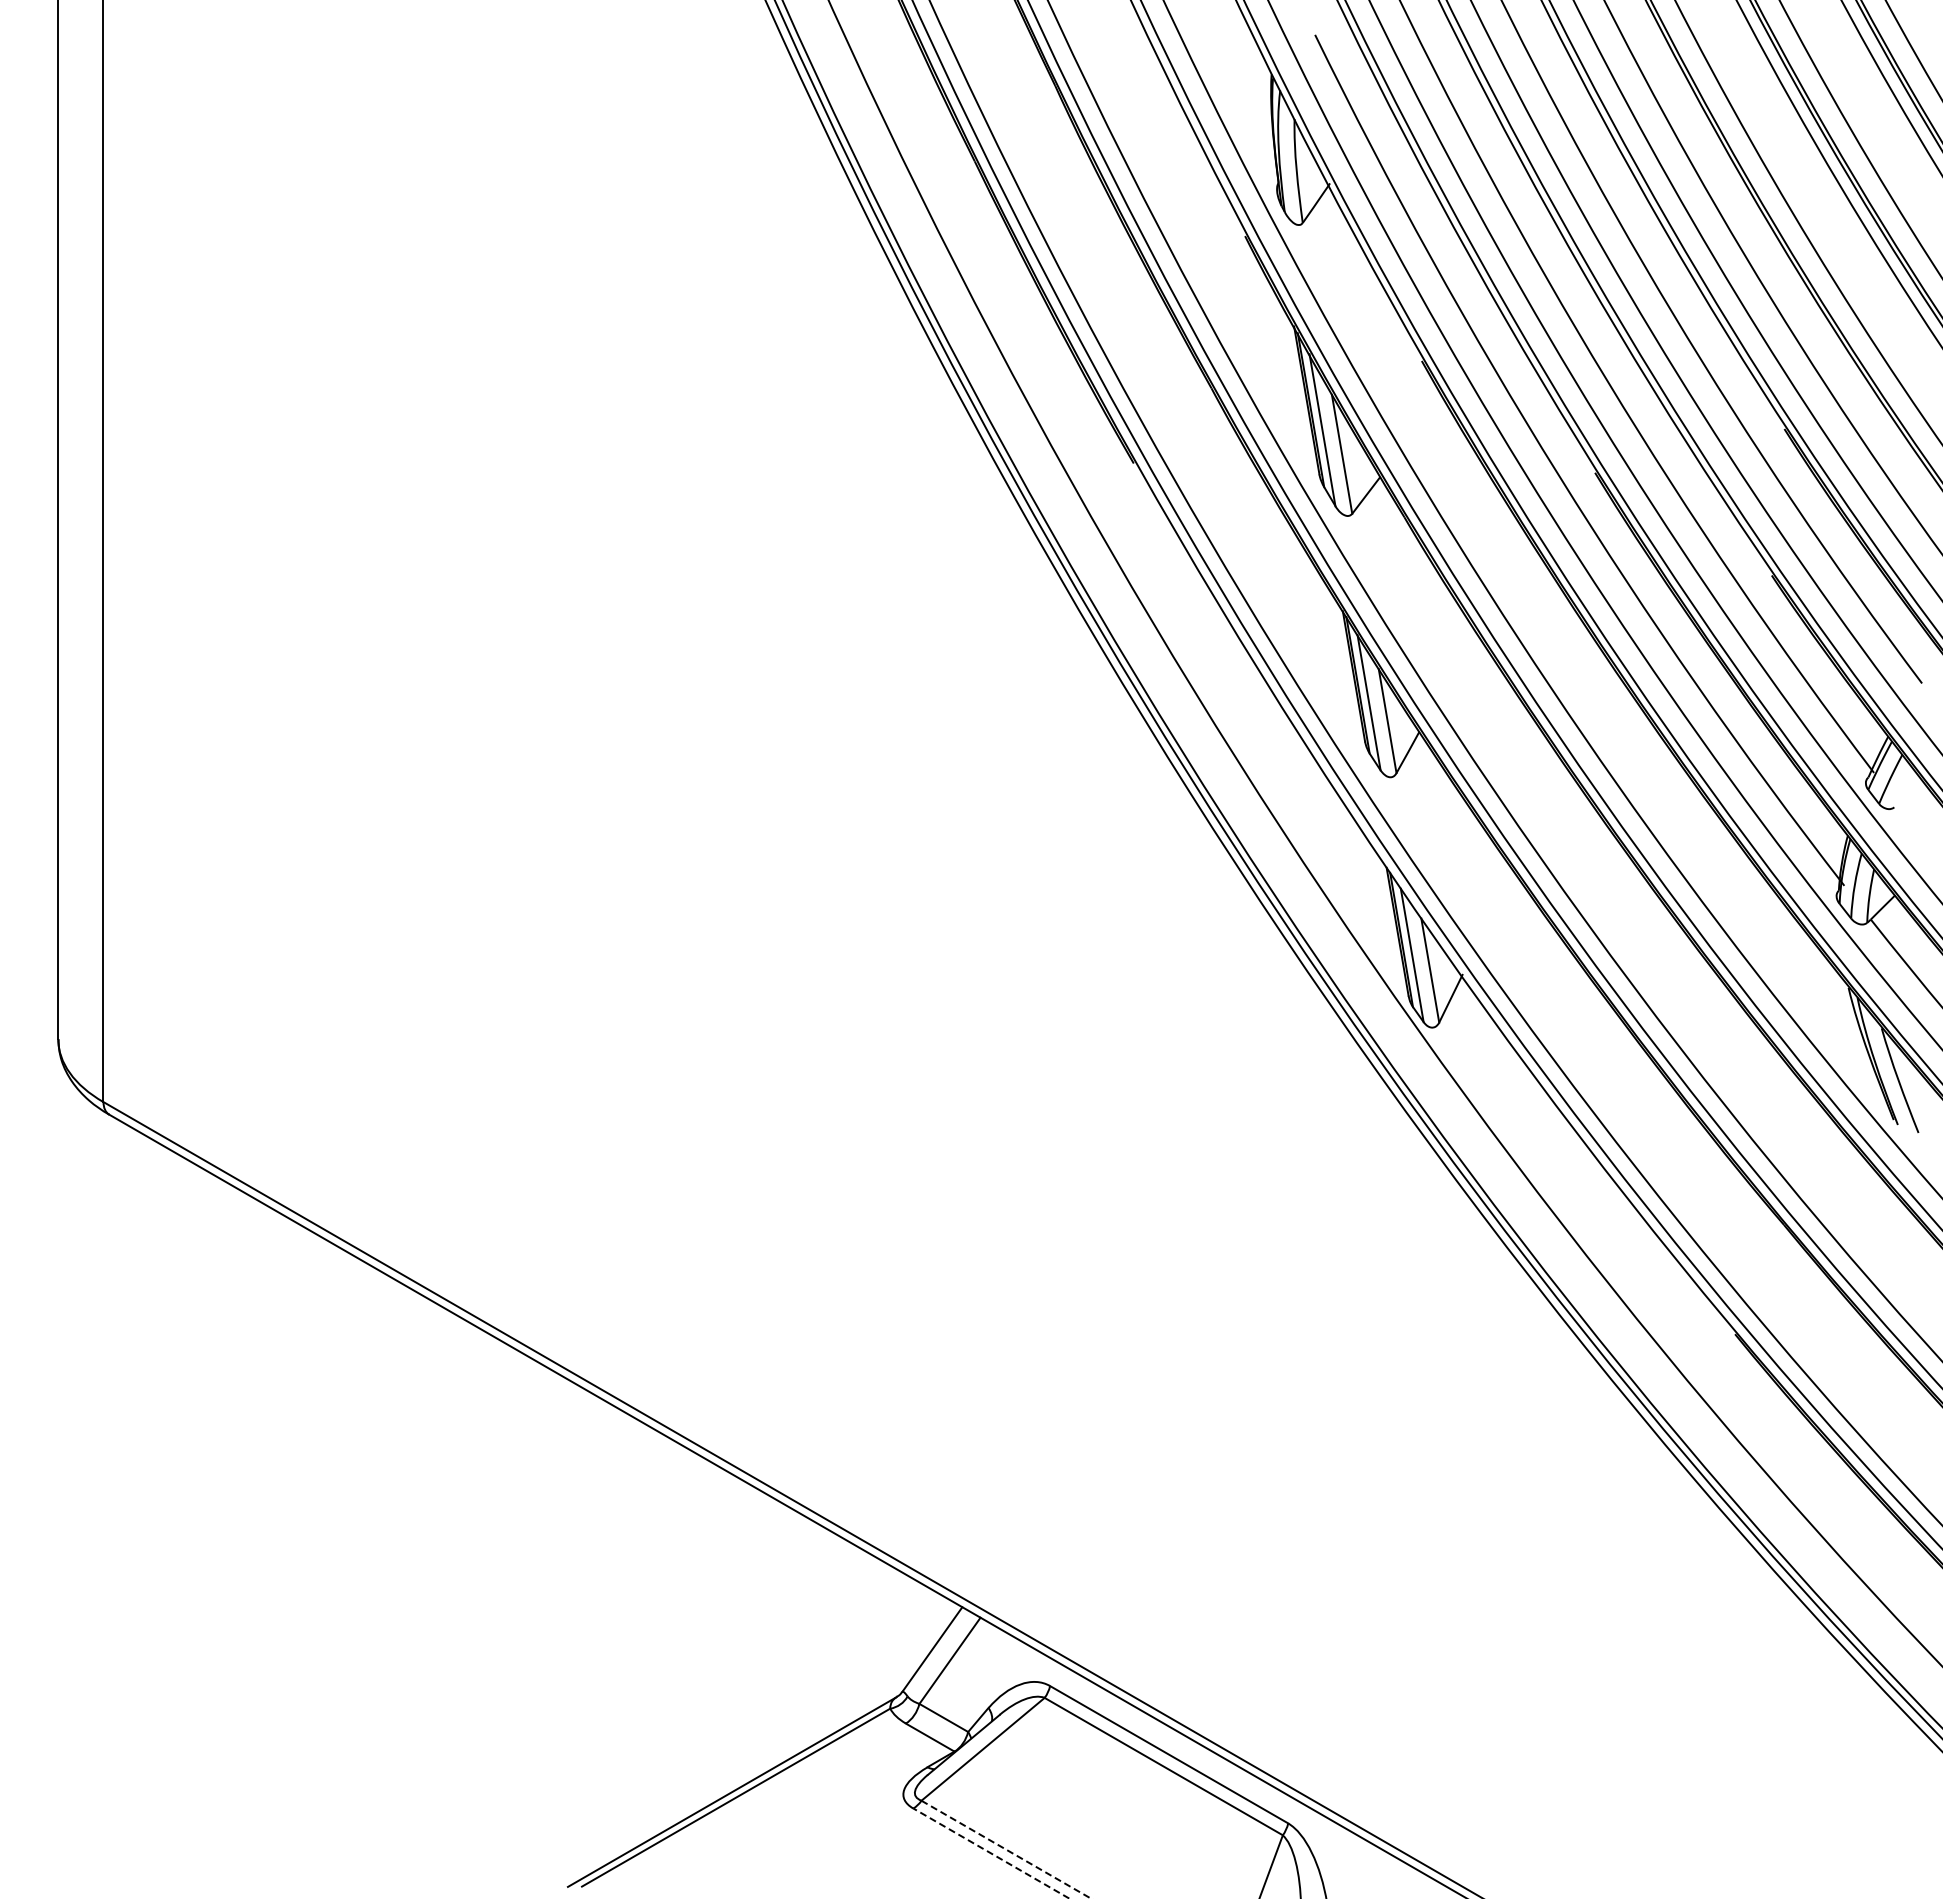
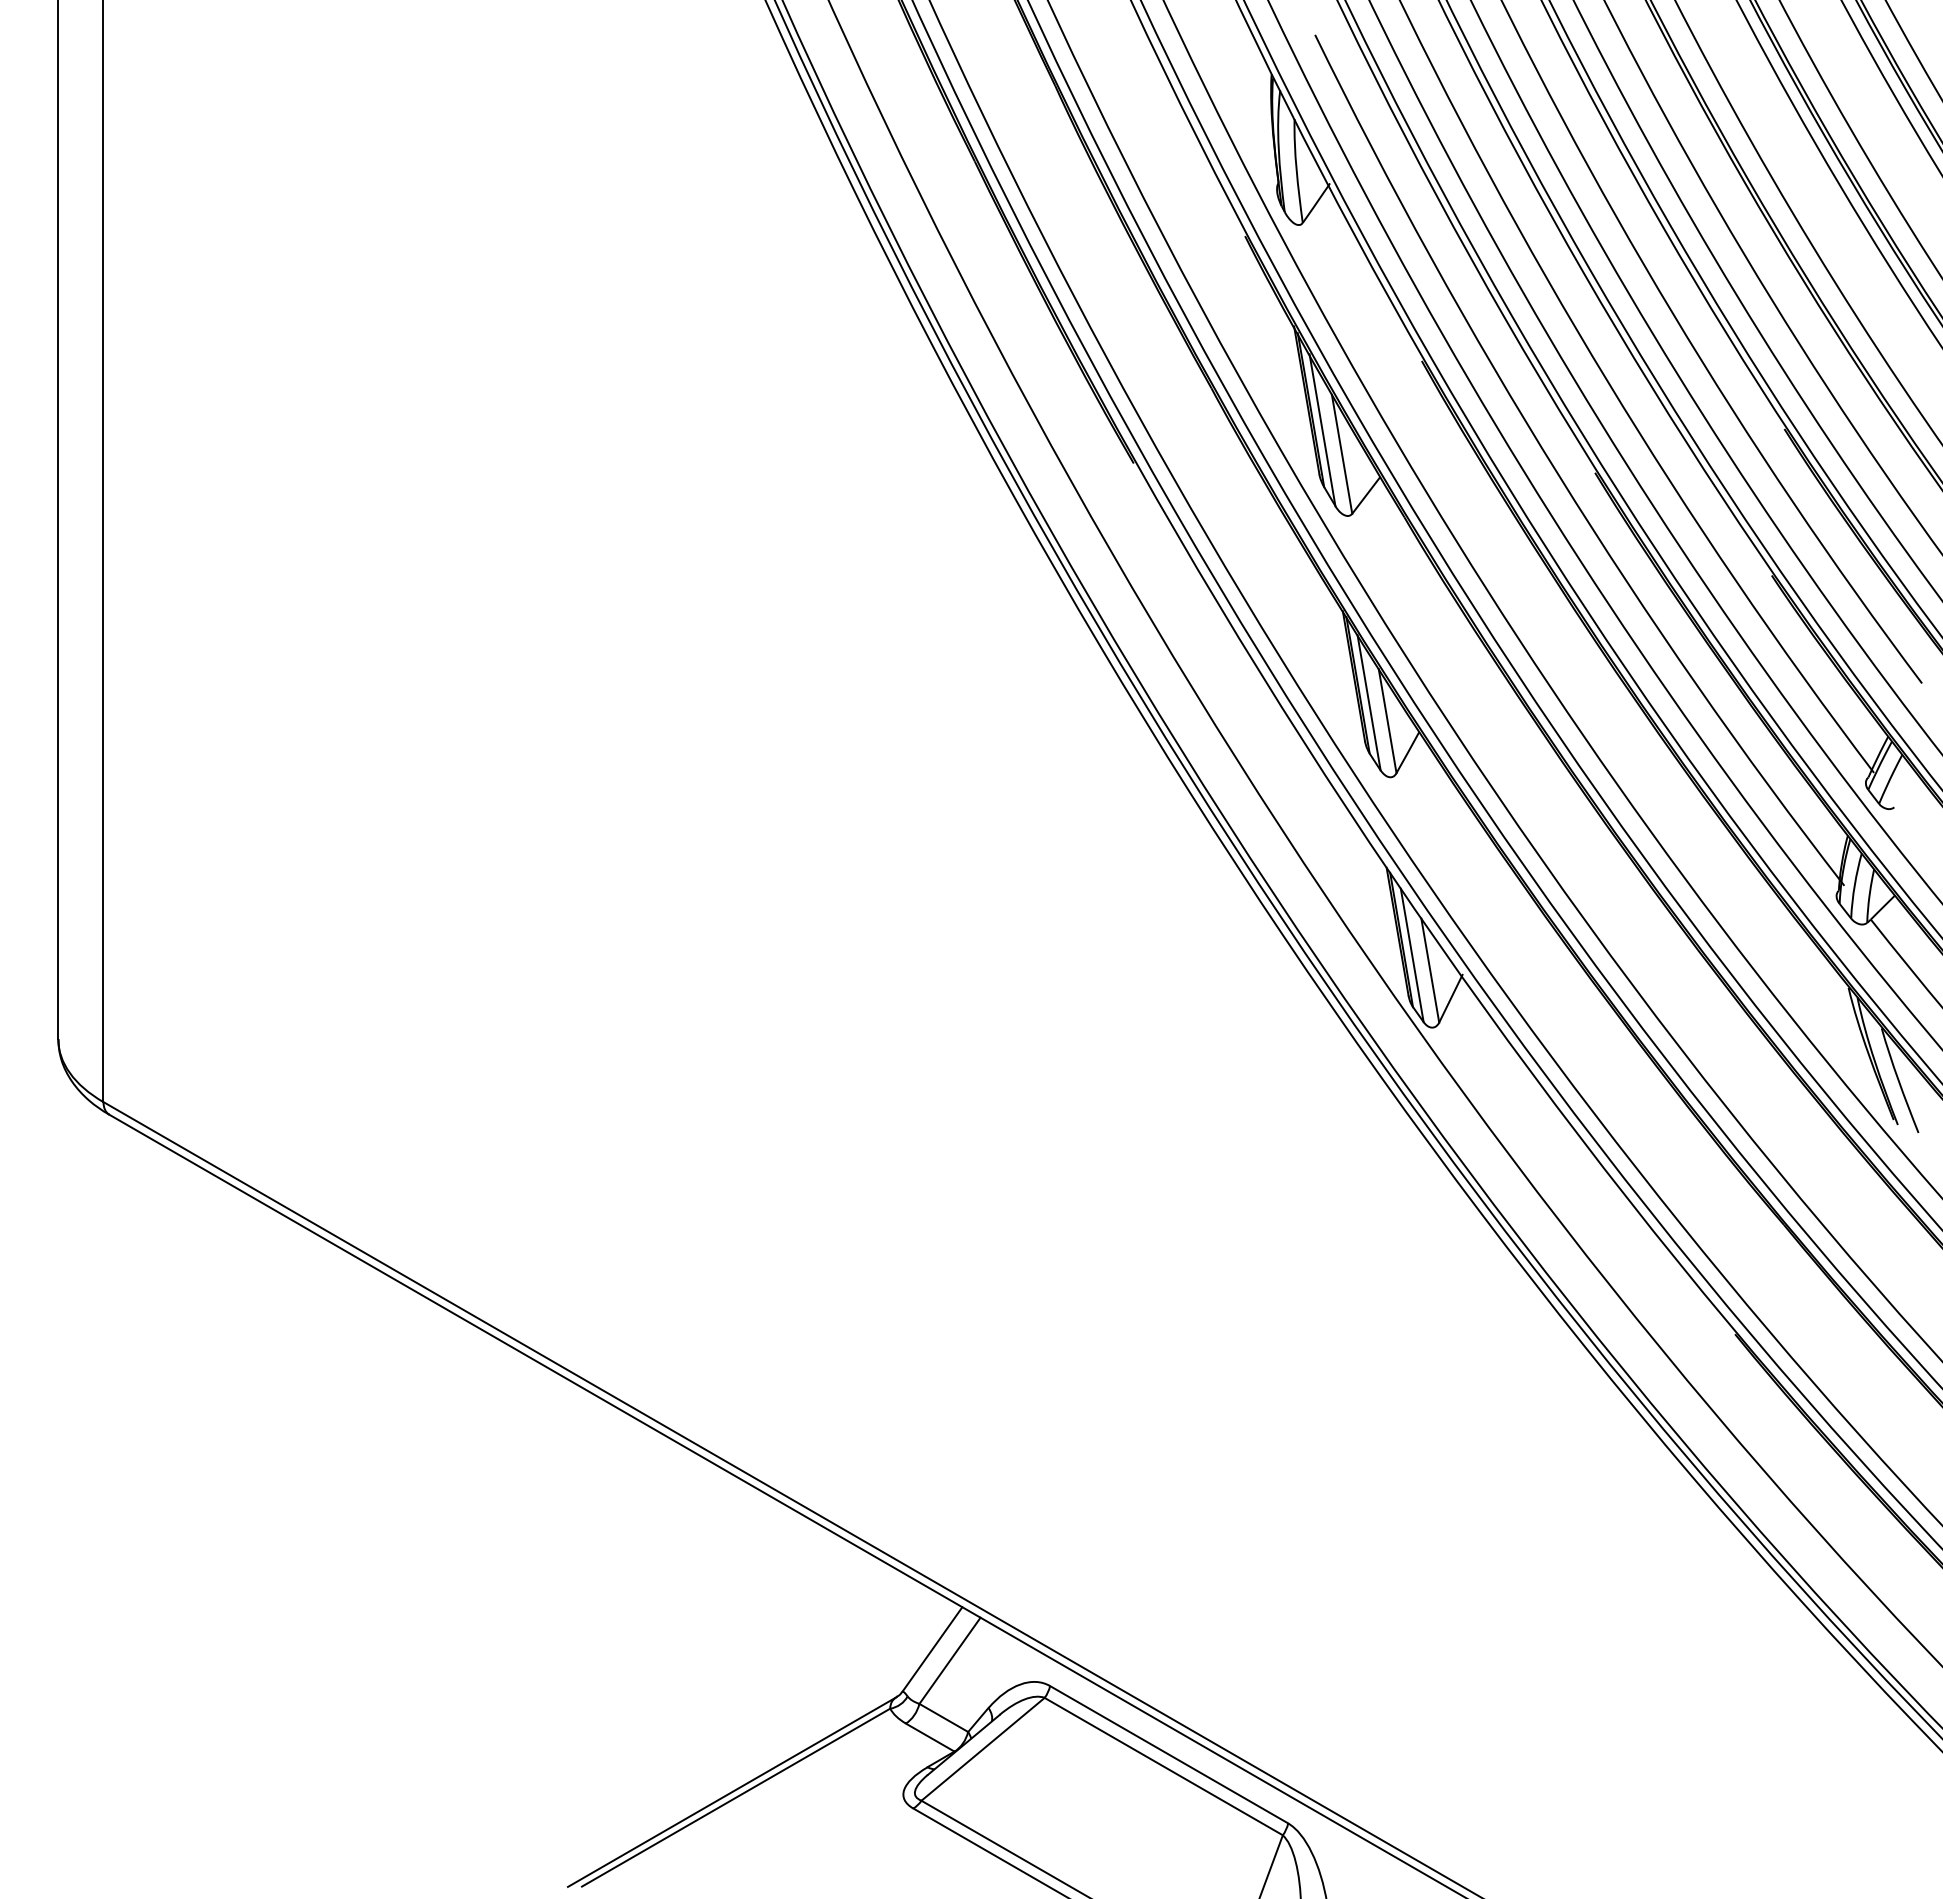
line at (1006, 1850): dashed -> solid
line at (991, 1853): dashed -> solid
